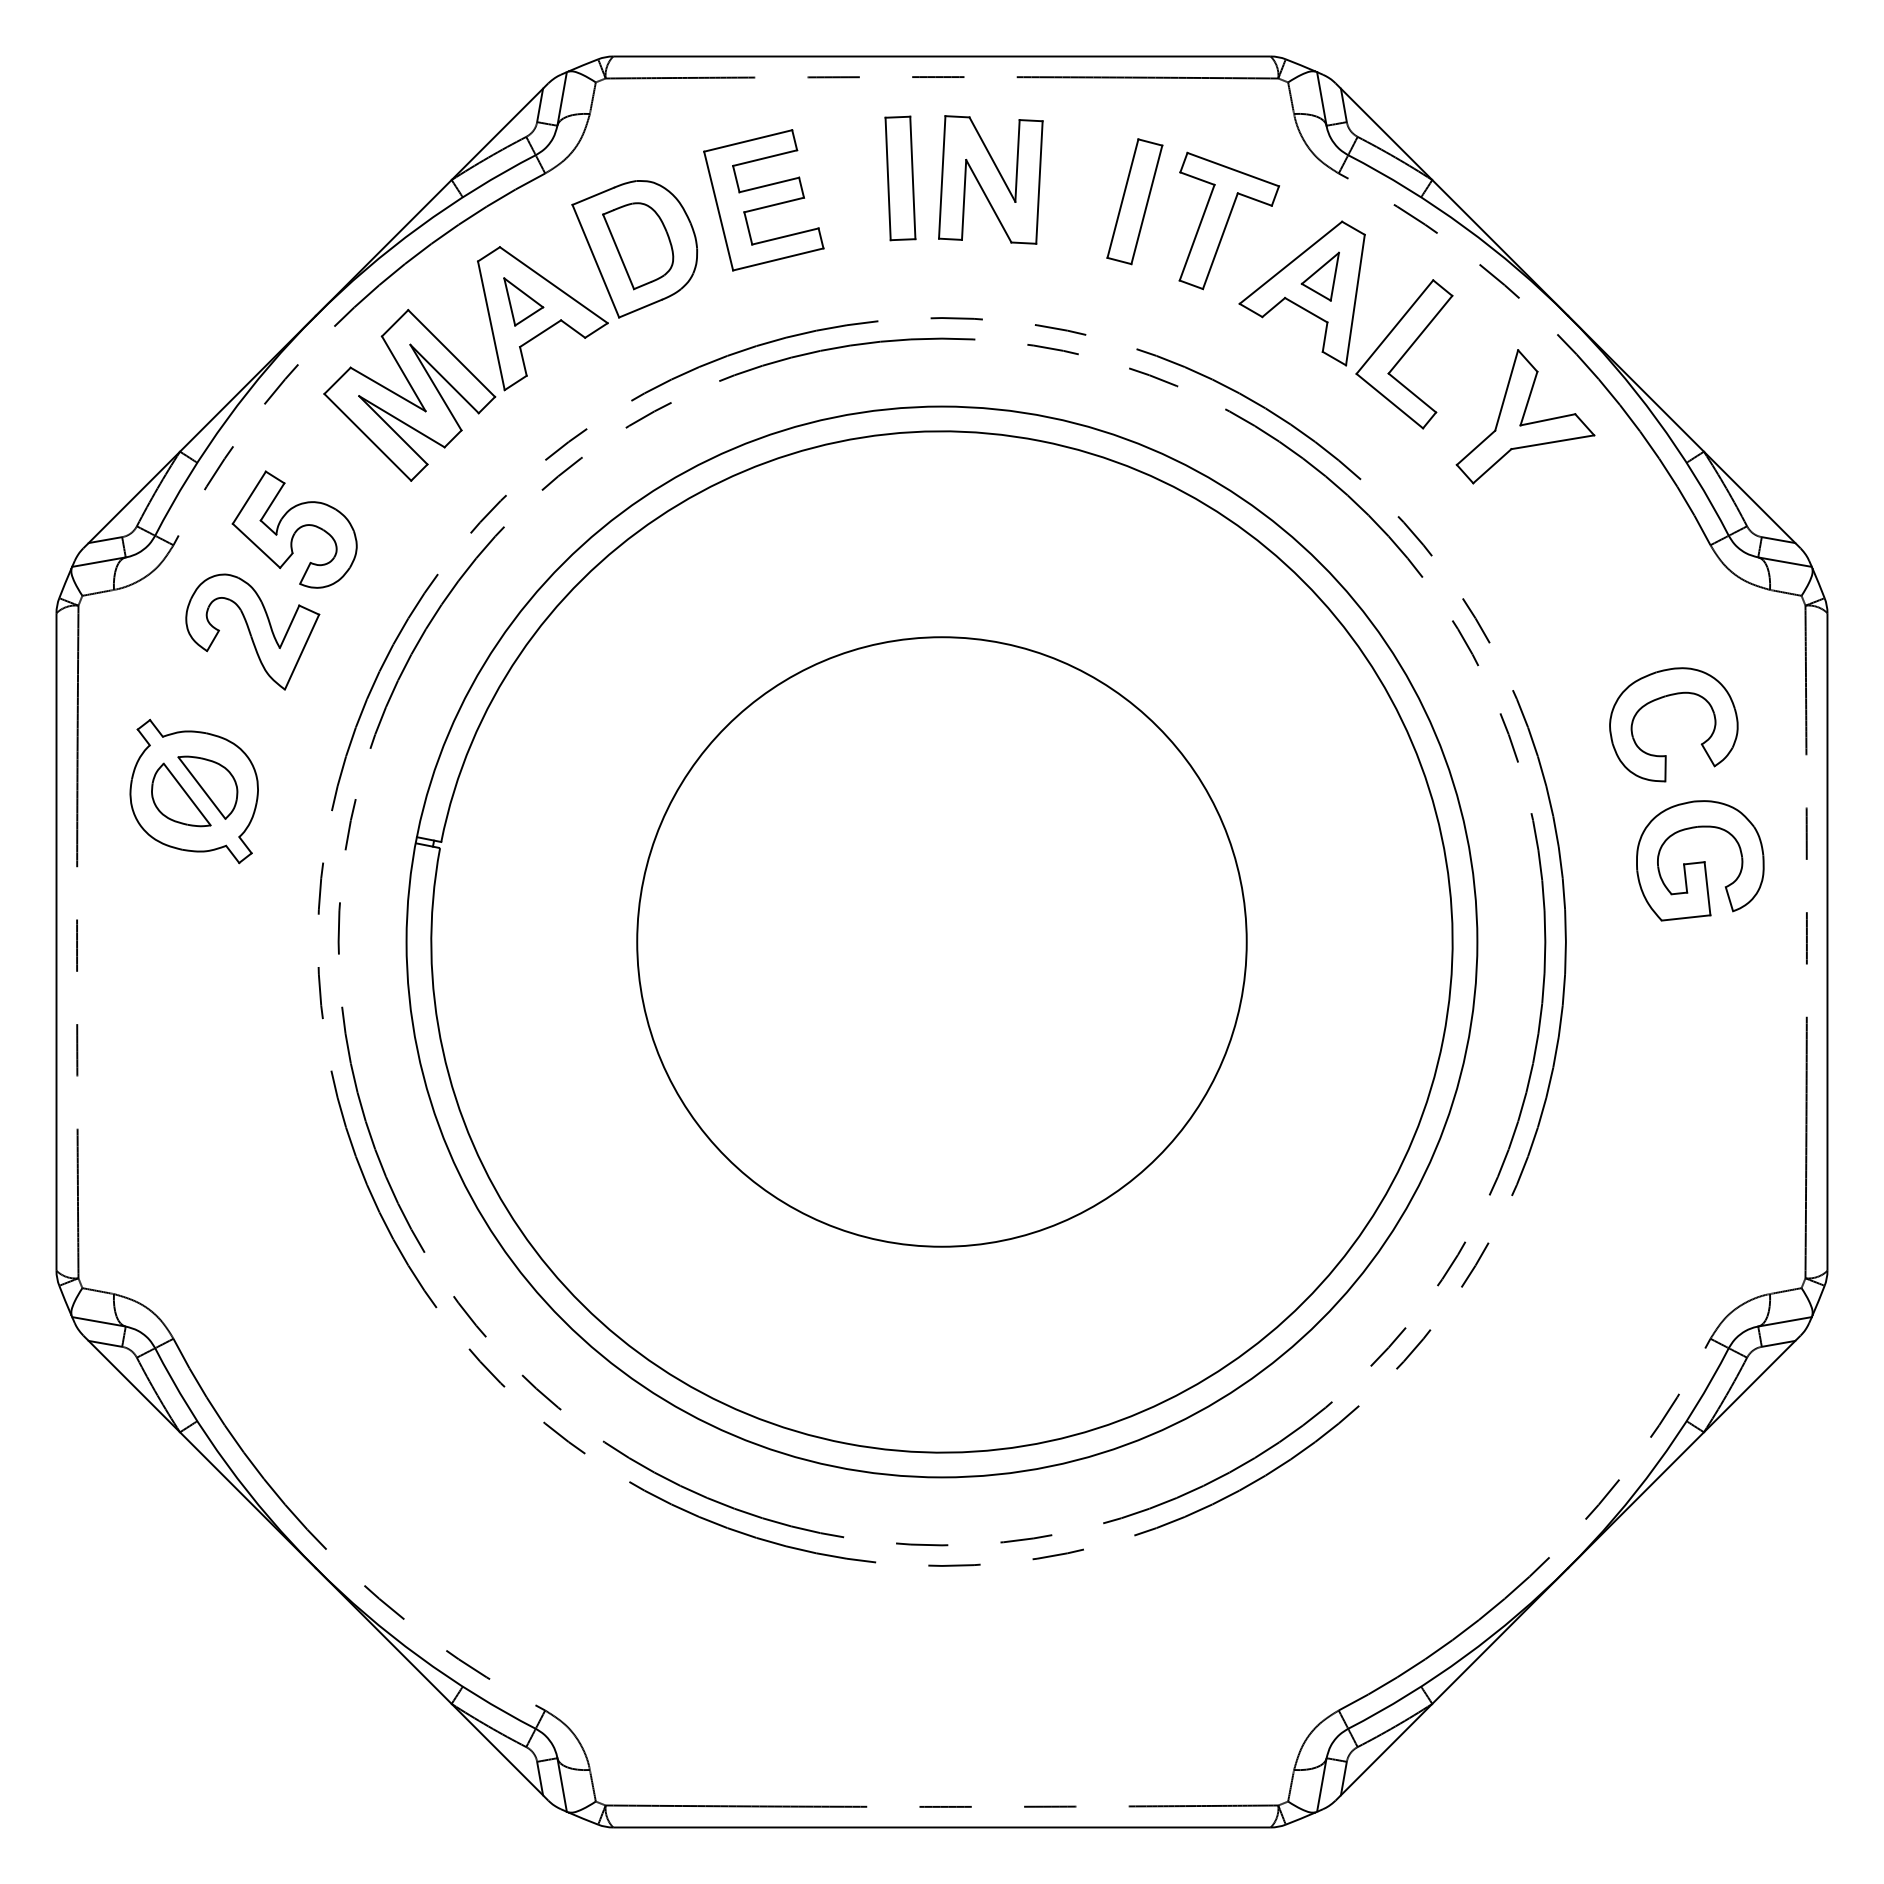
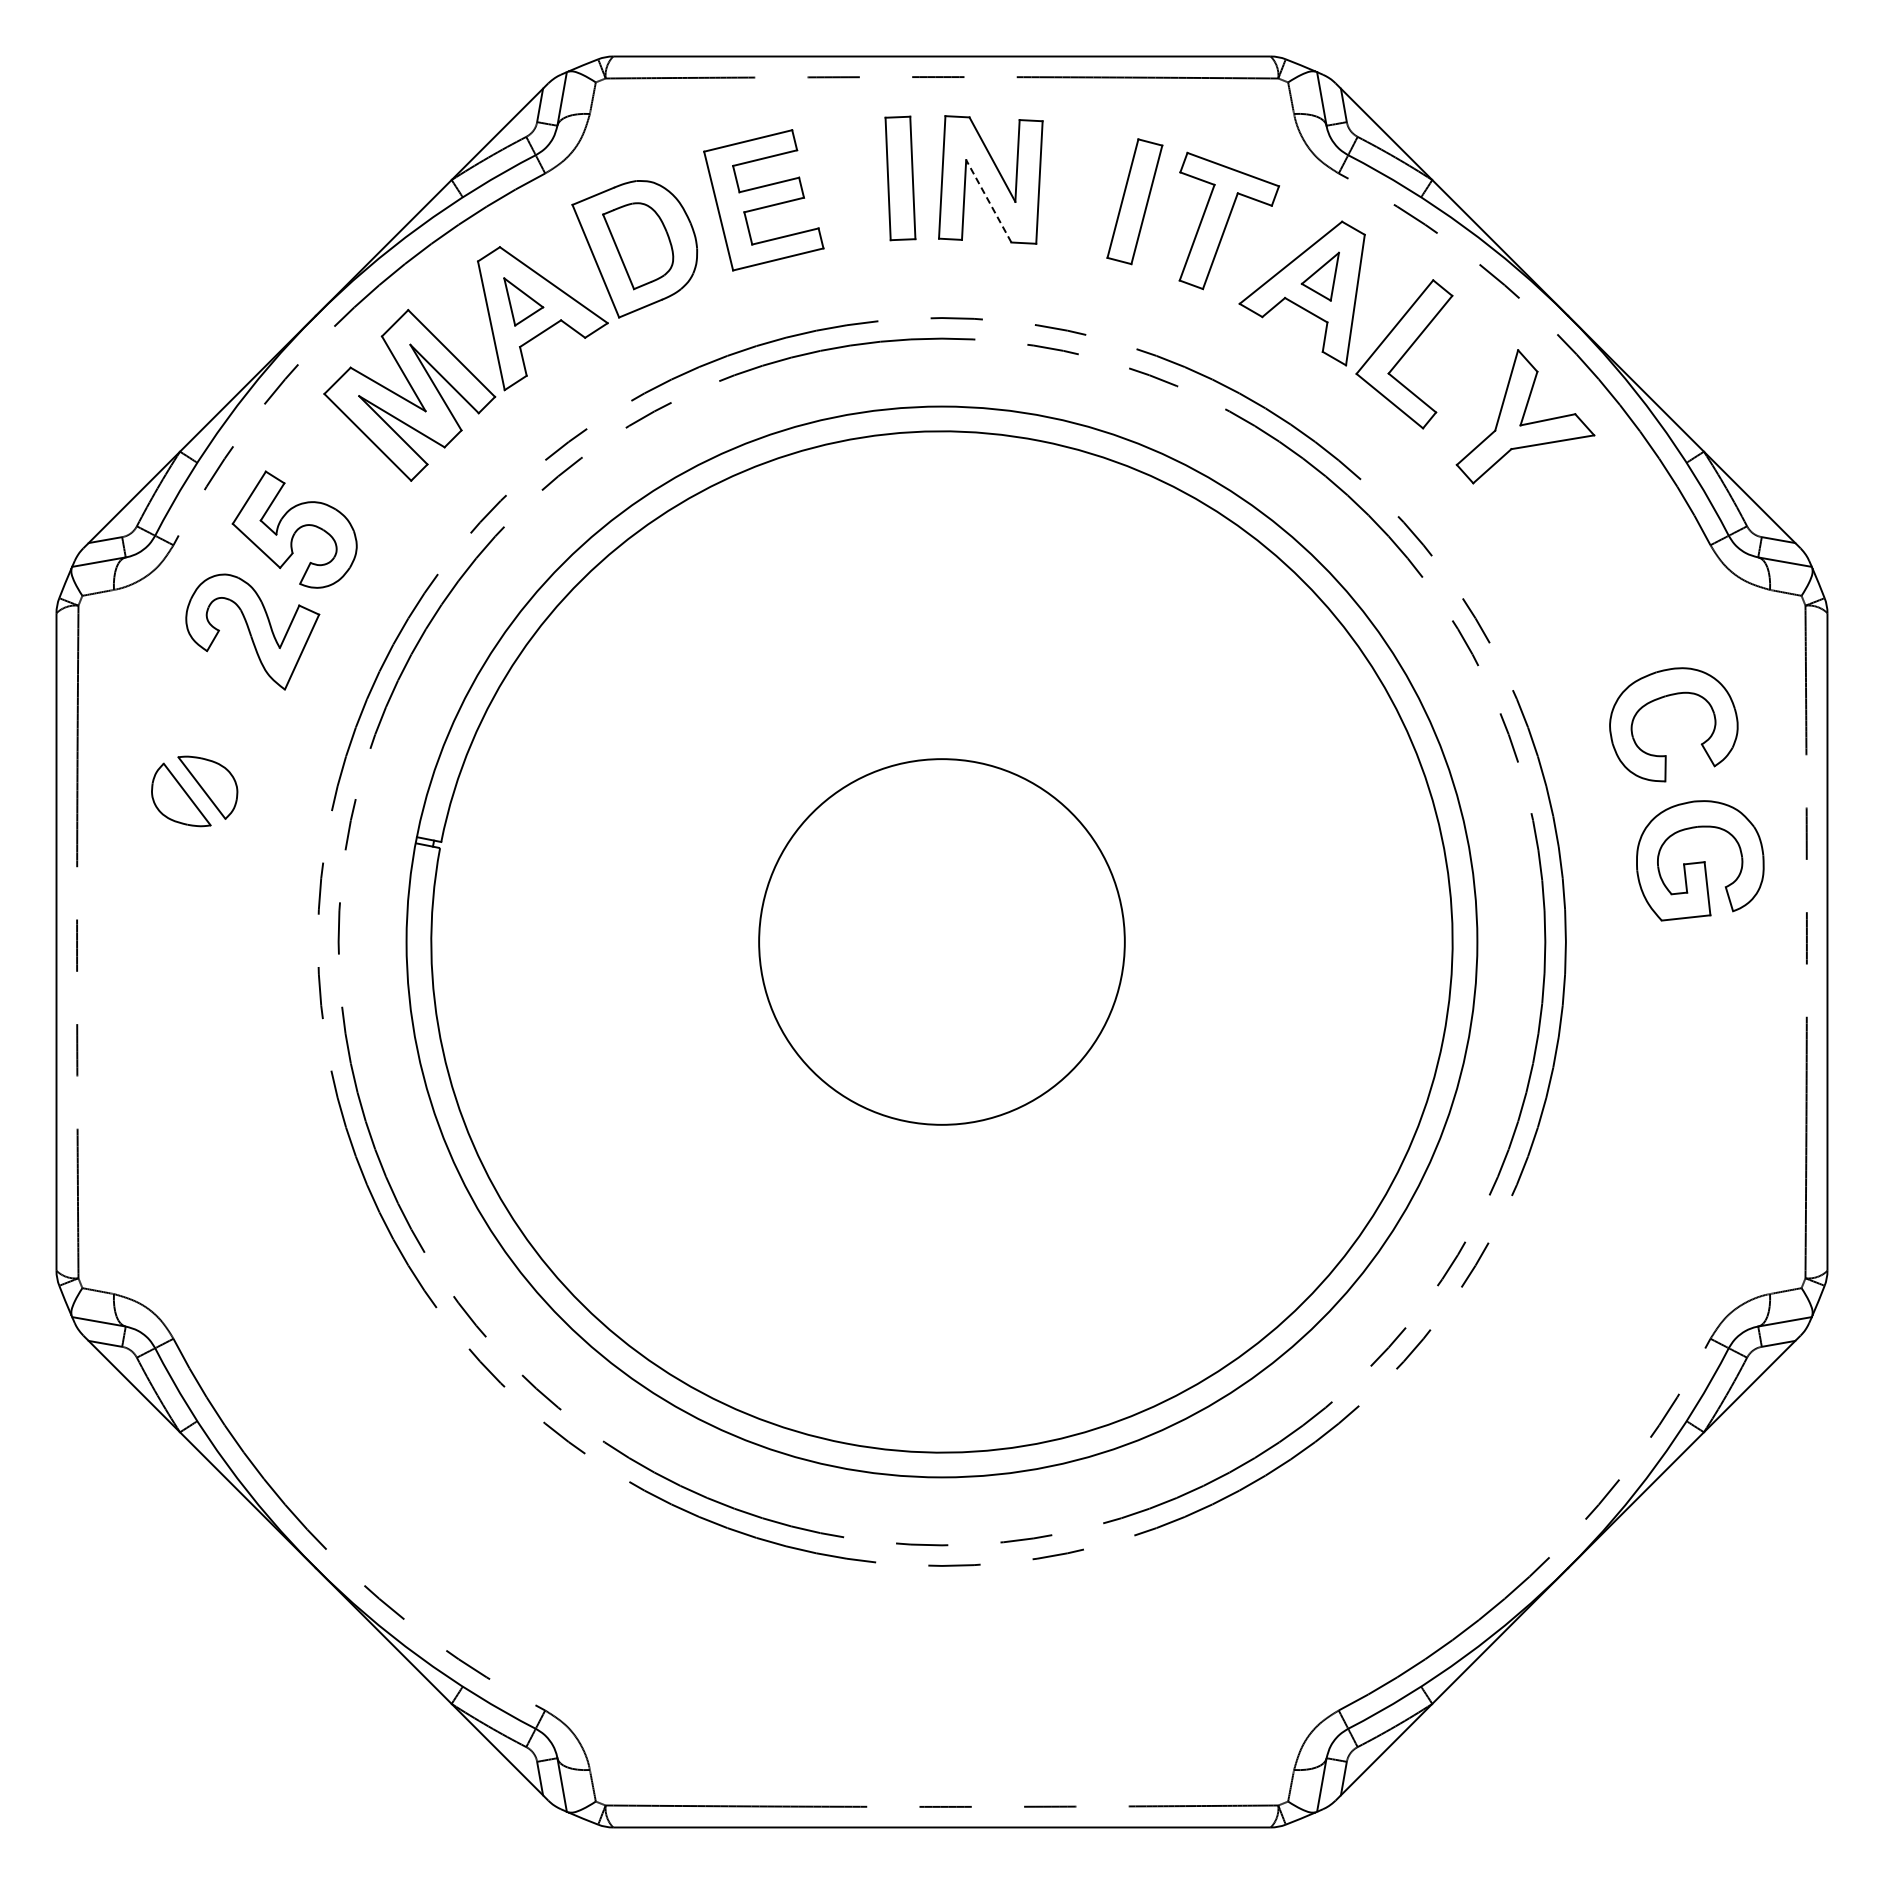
line at (988, 200): solid -> dashed
part at (193, 791): present -> none
circle at (941, 941) diameter: 610 px -> 366 px
